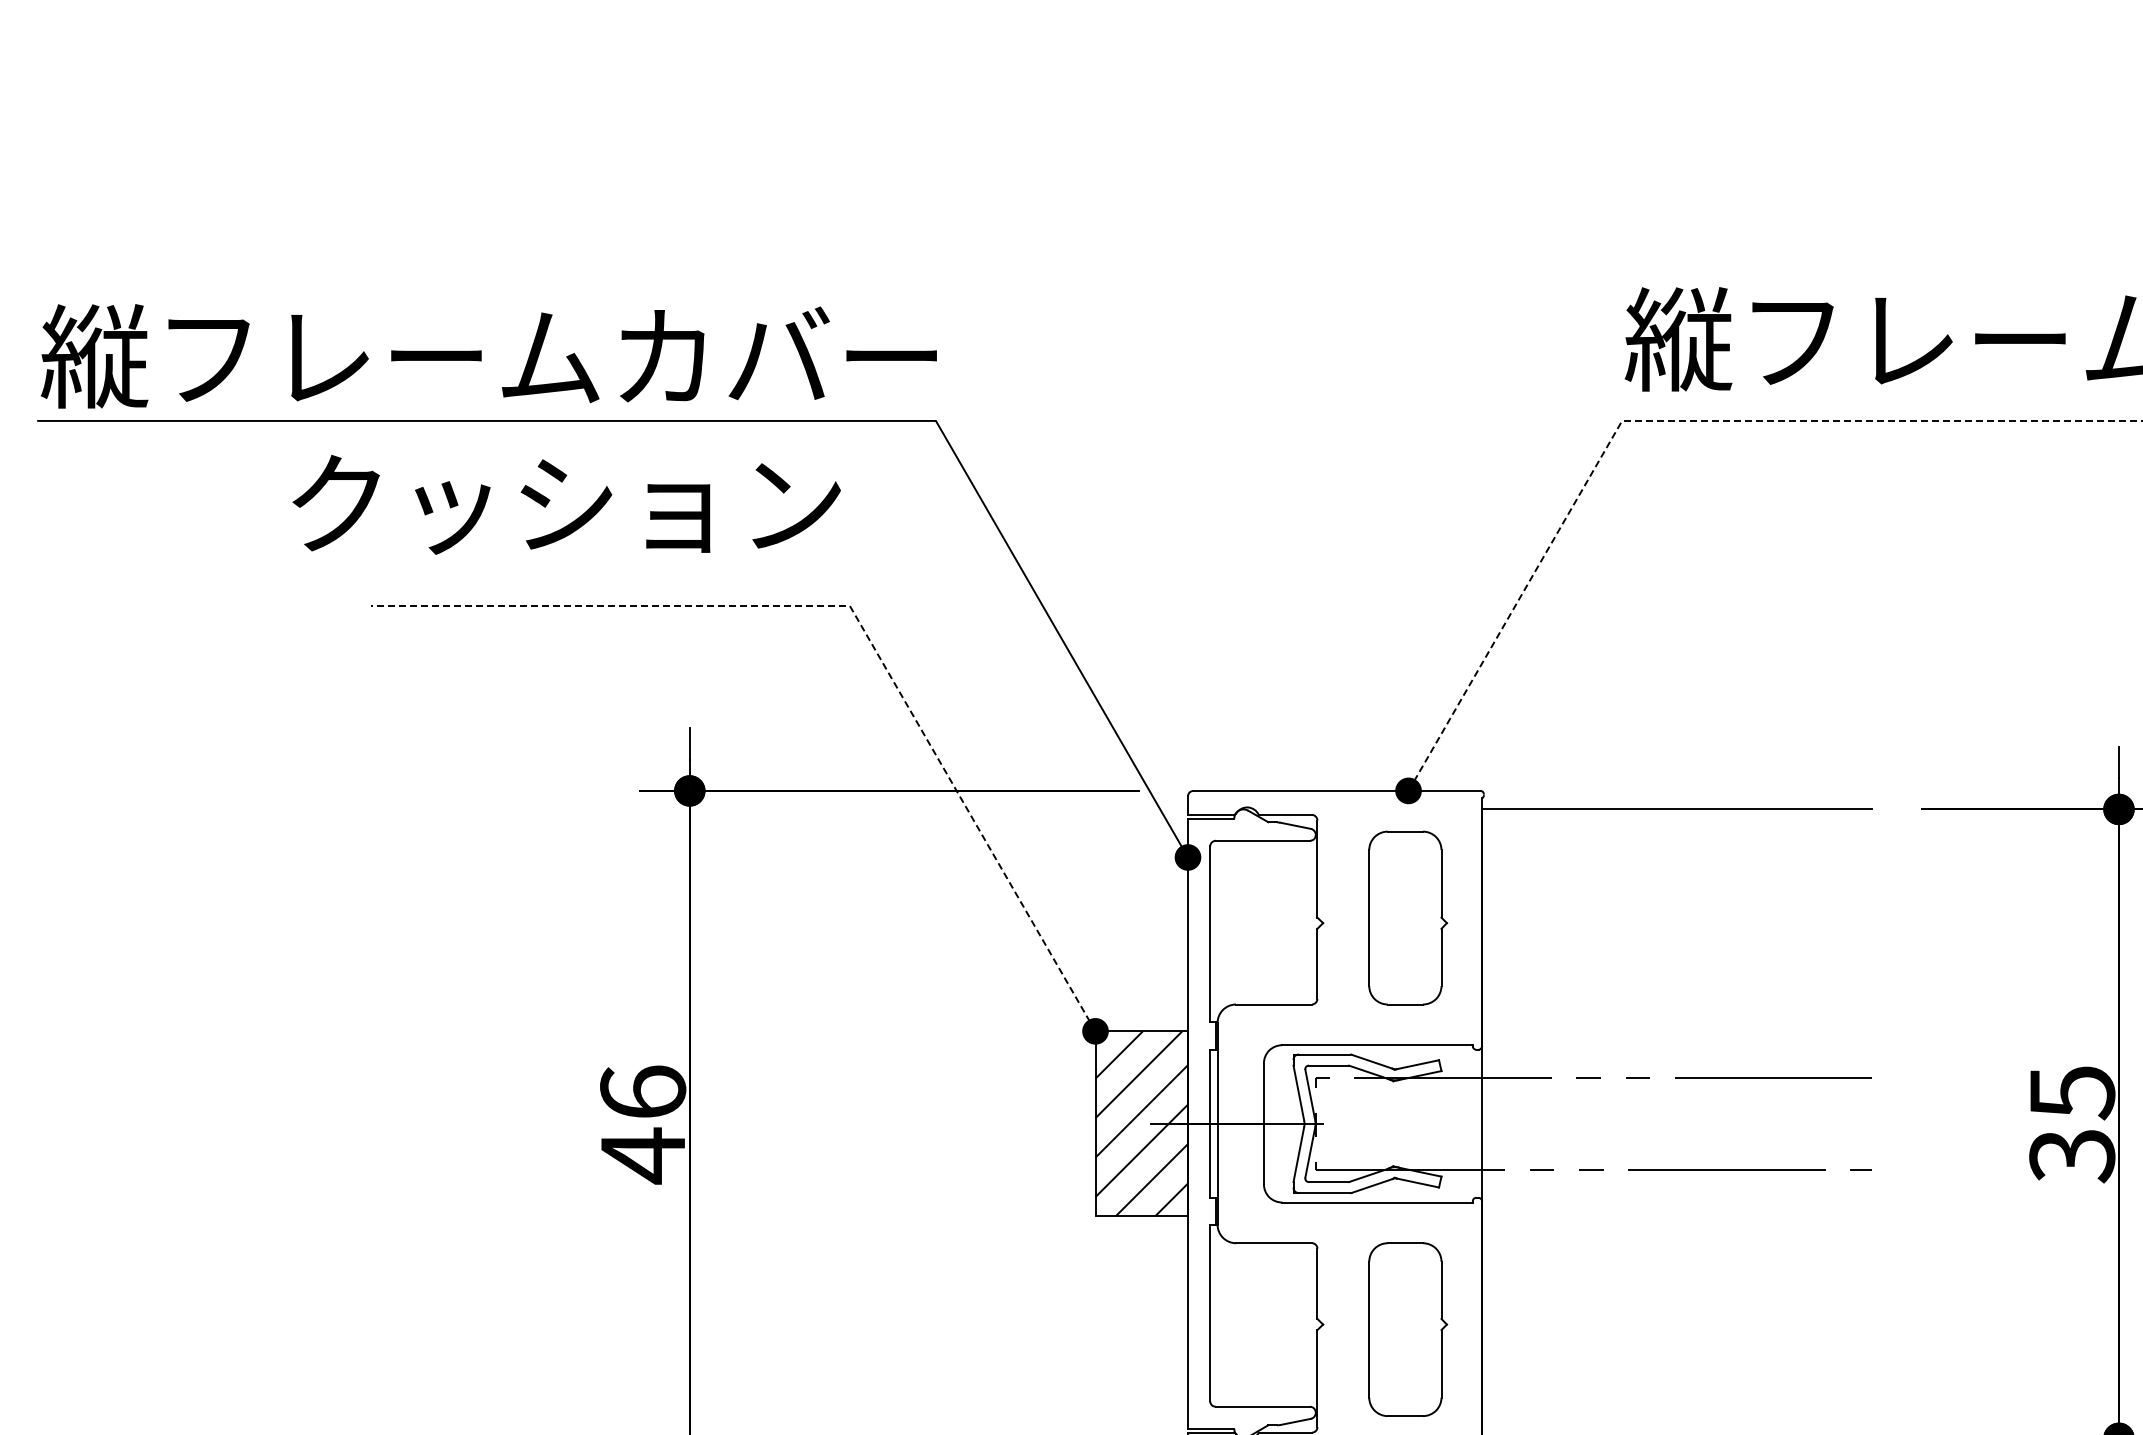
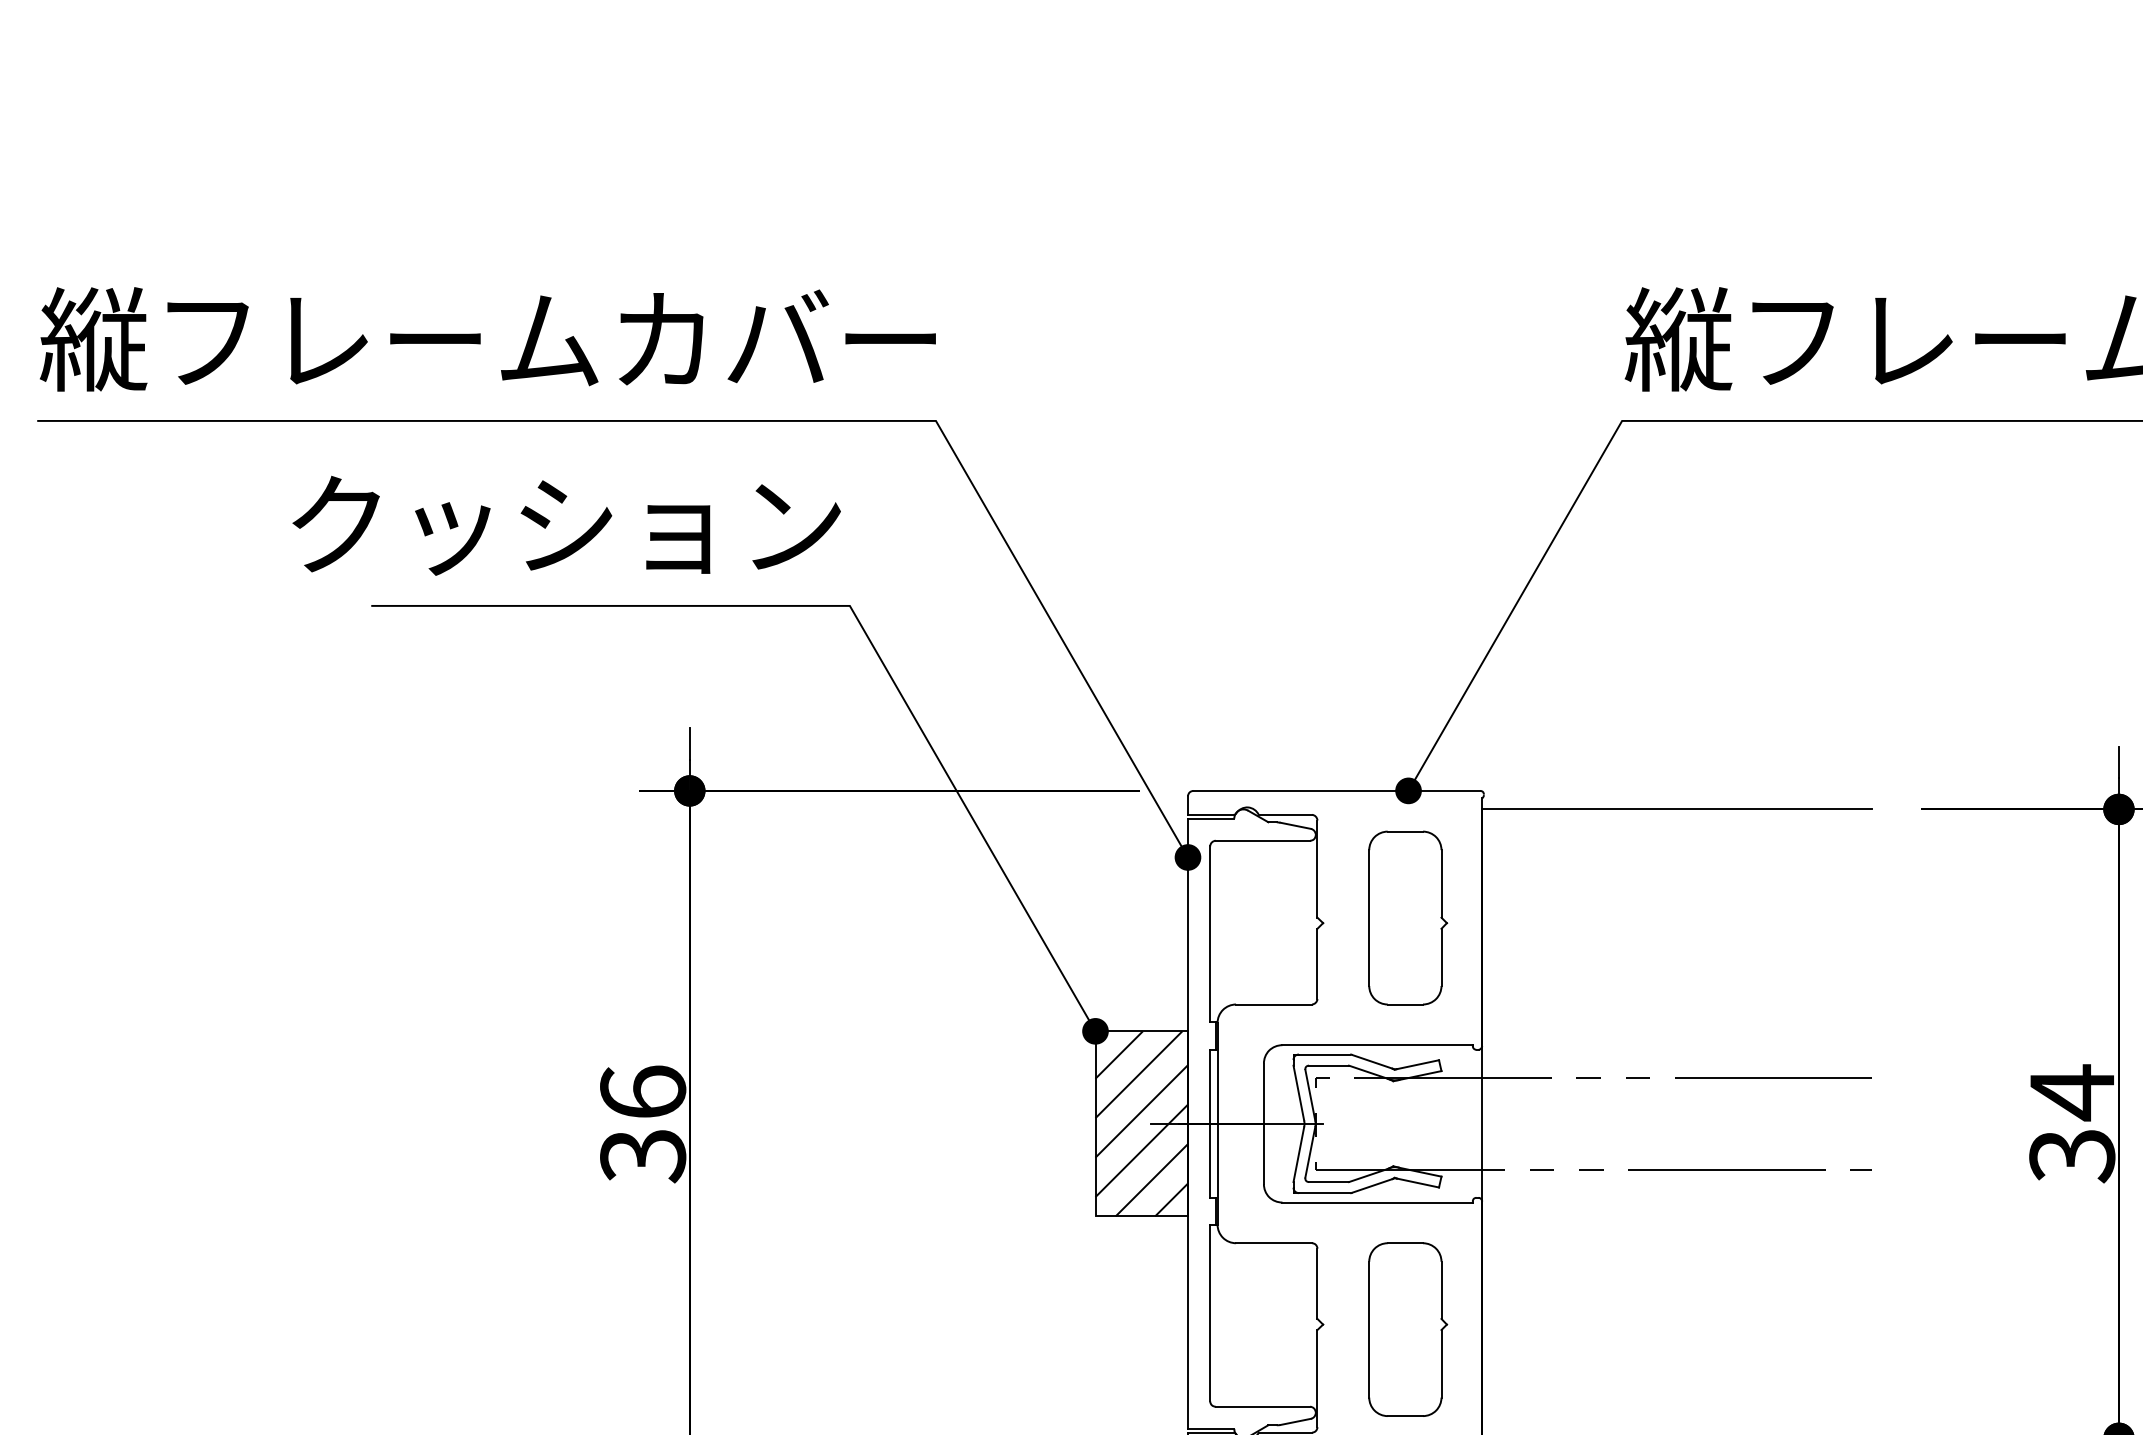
text at (488, 356) position: (488, 356) -> (487, 339)
line at (1668, 420): dashed -> solid
text at (566, 504) position: (566, 504) -> (566, 525)
line at (852, 611): dashed -> solid
text at (2072, 1092): 35 -> 34
text at (643, 1155): 46 -> 36
